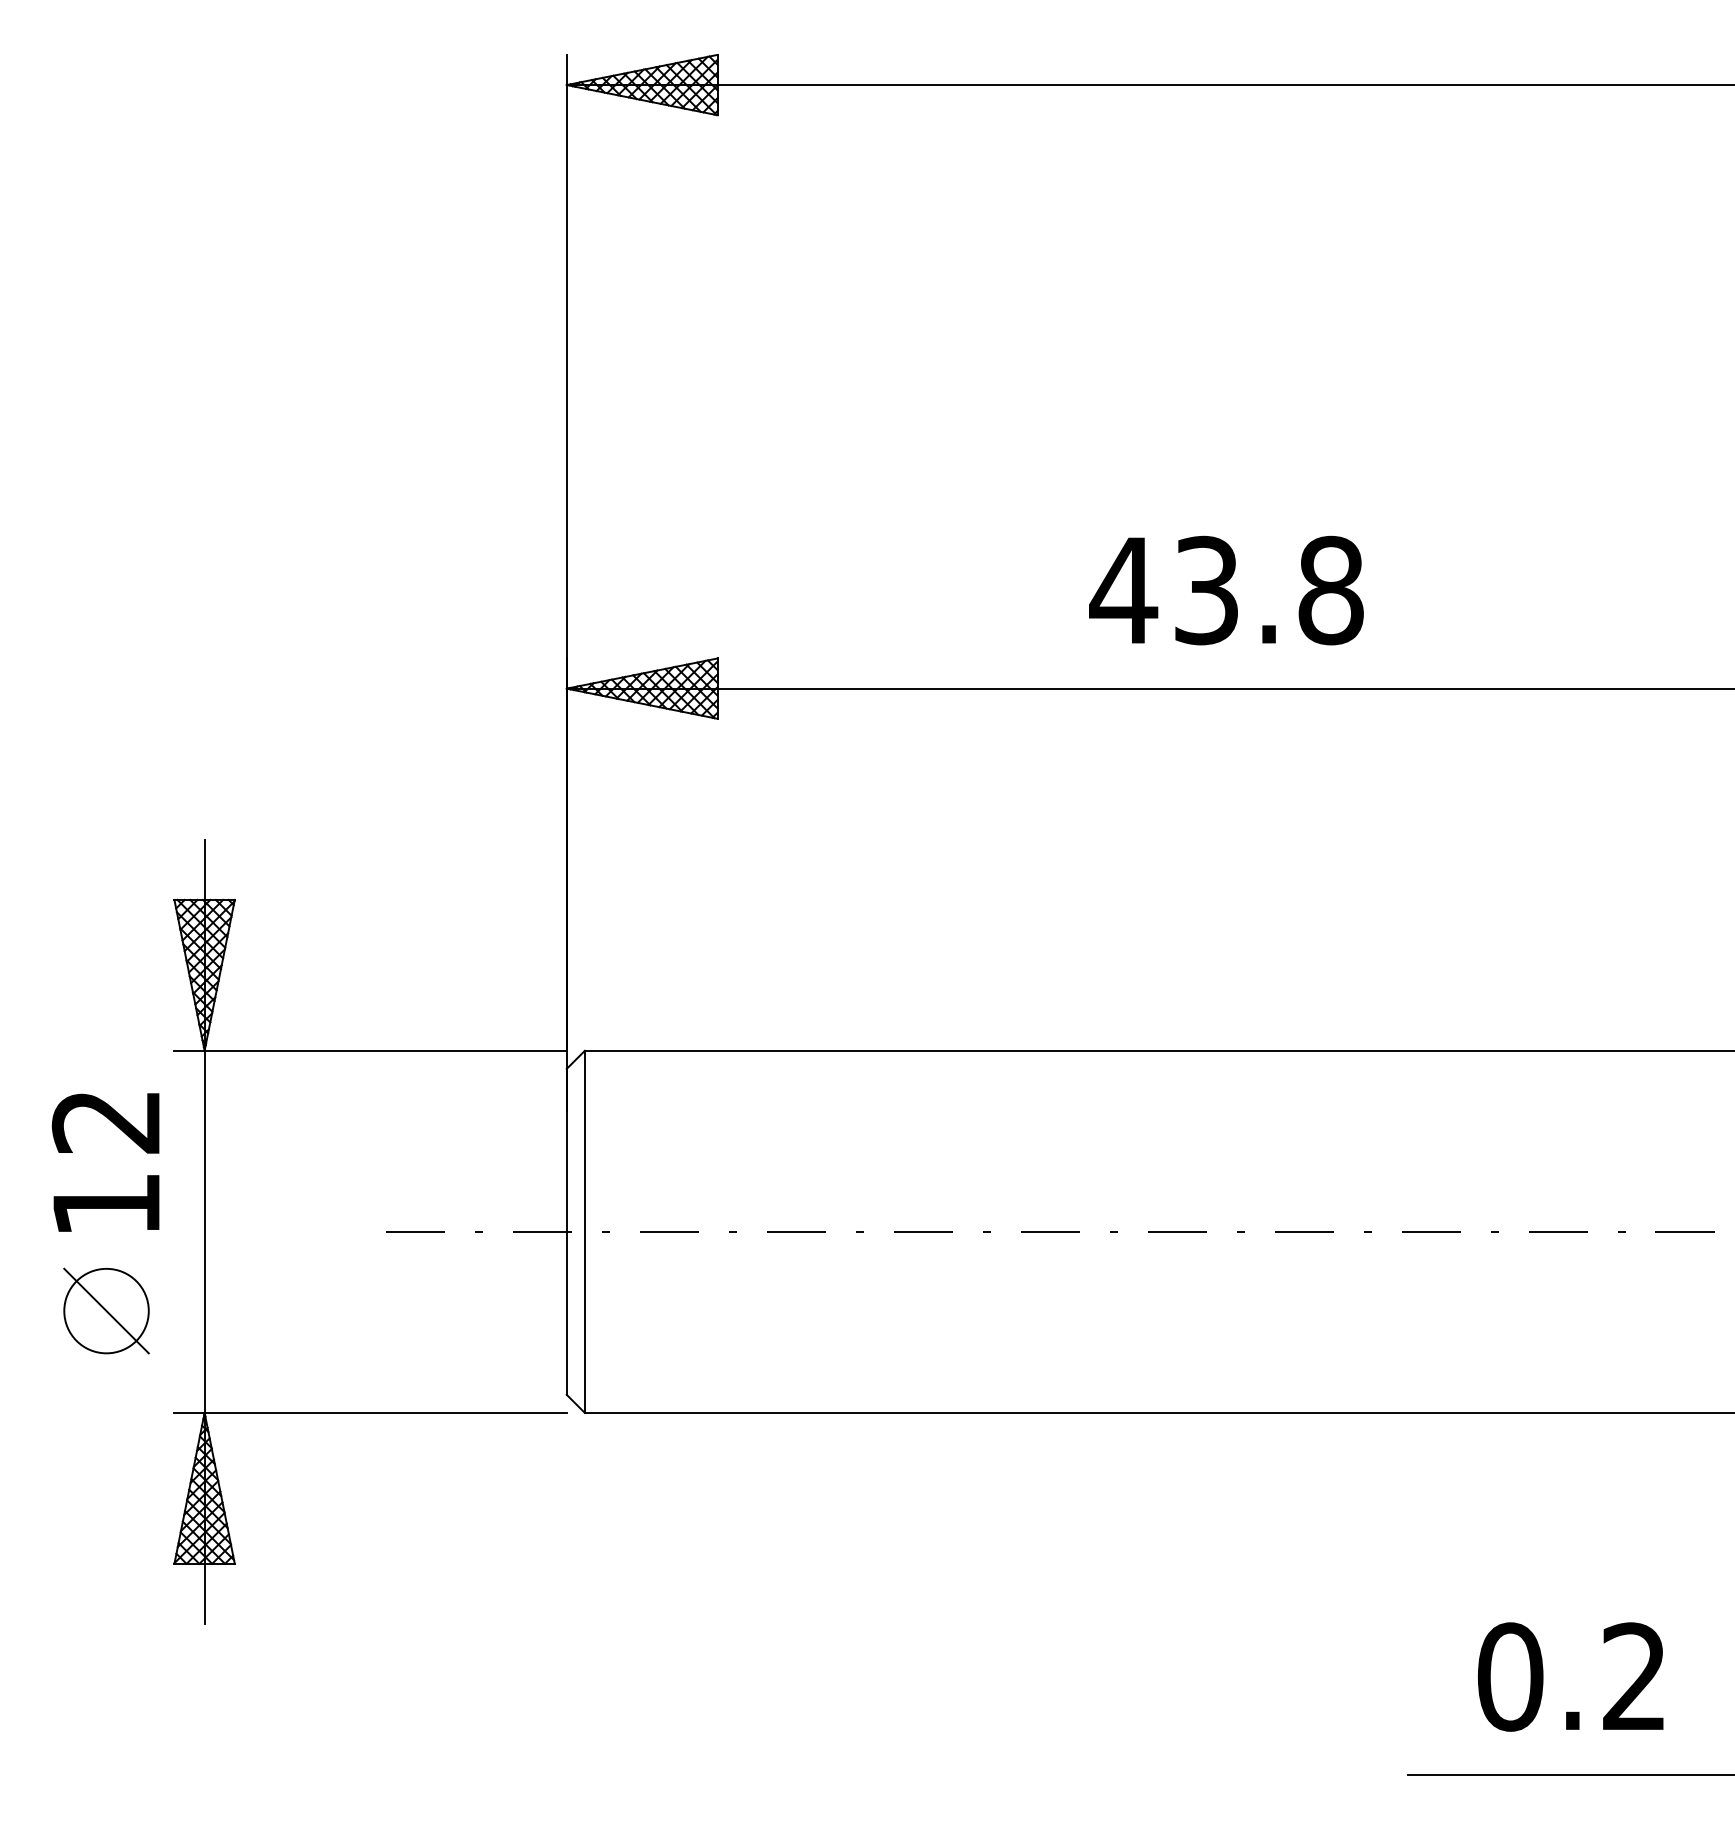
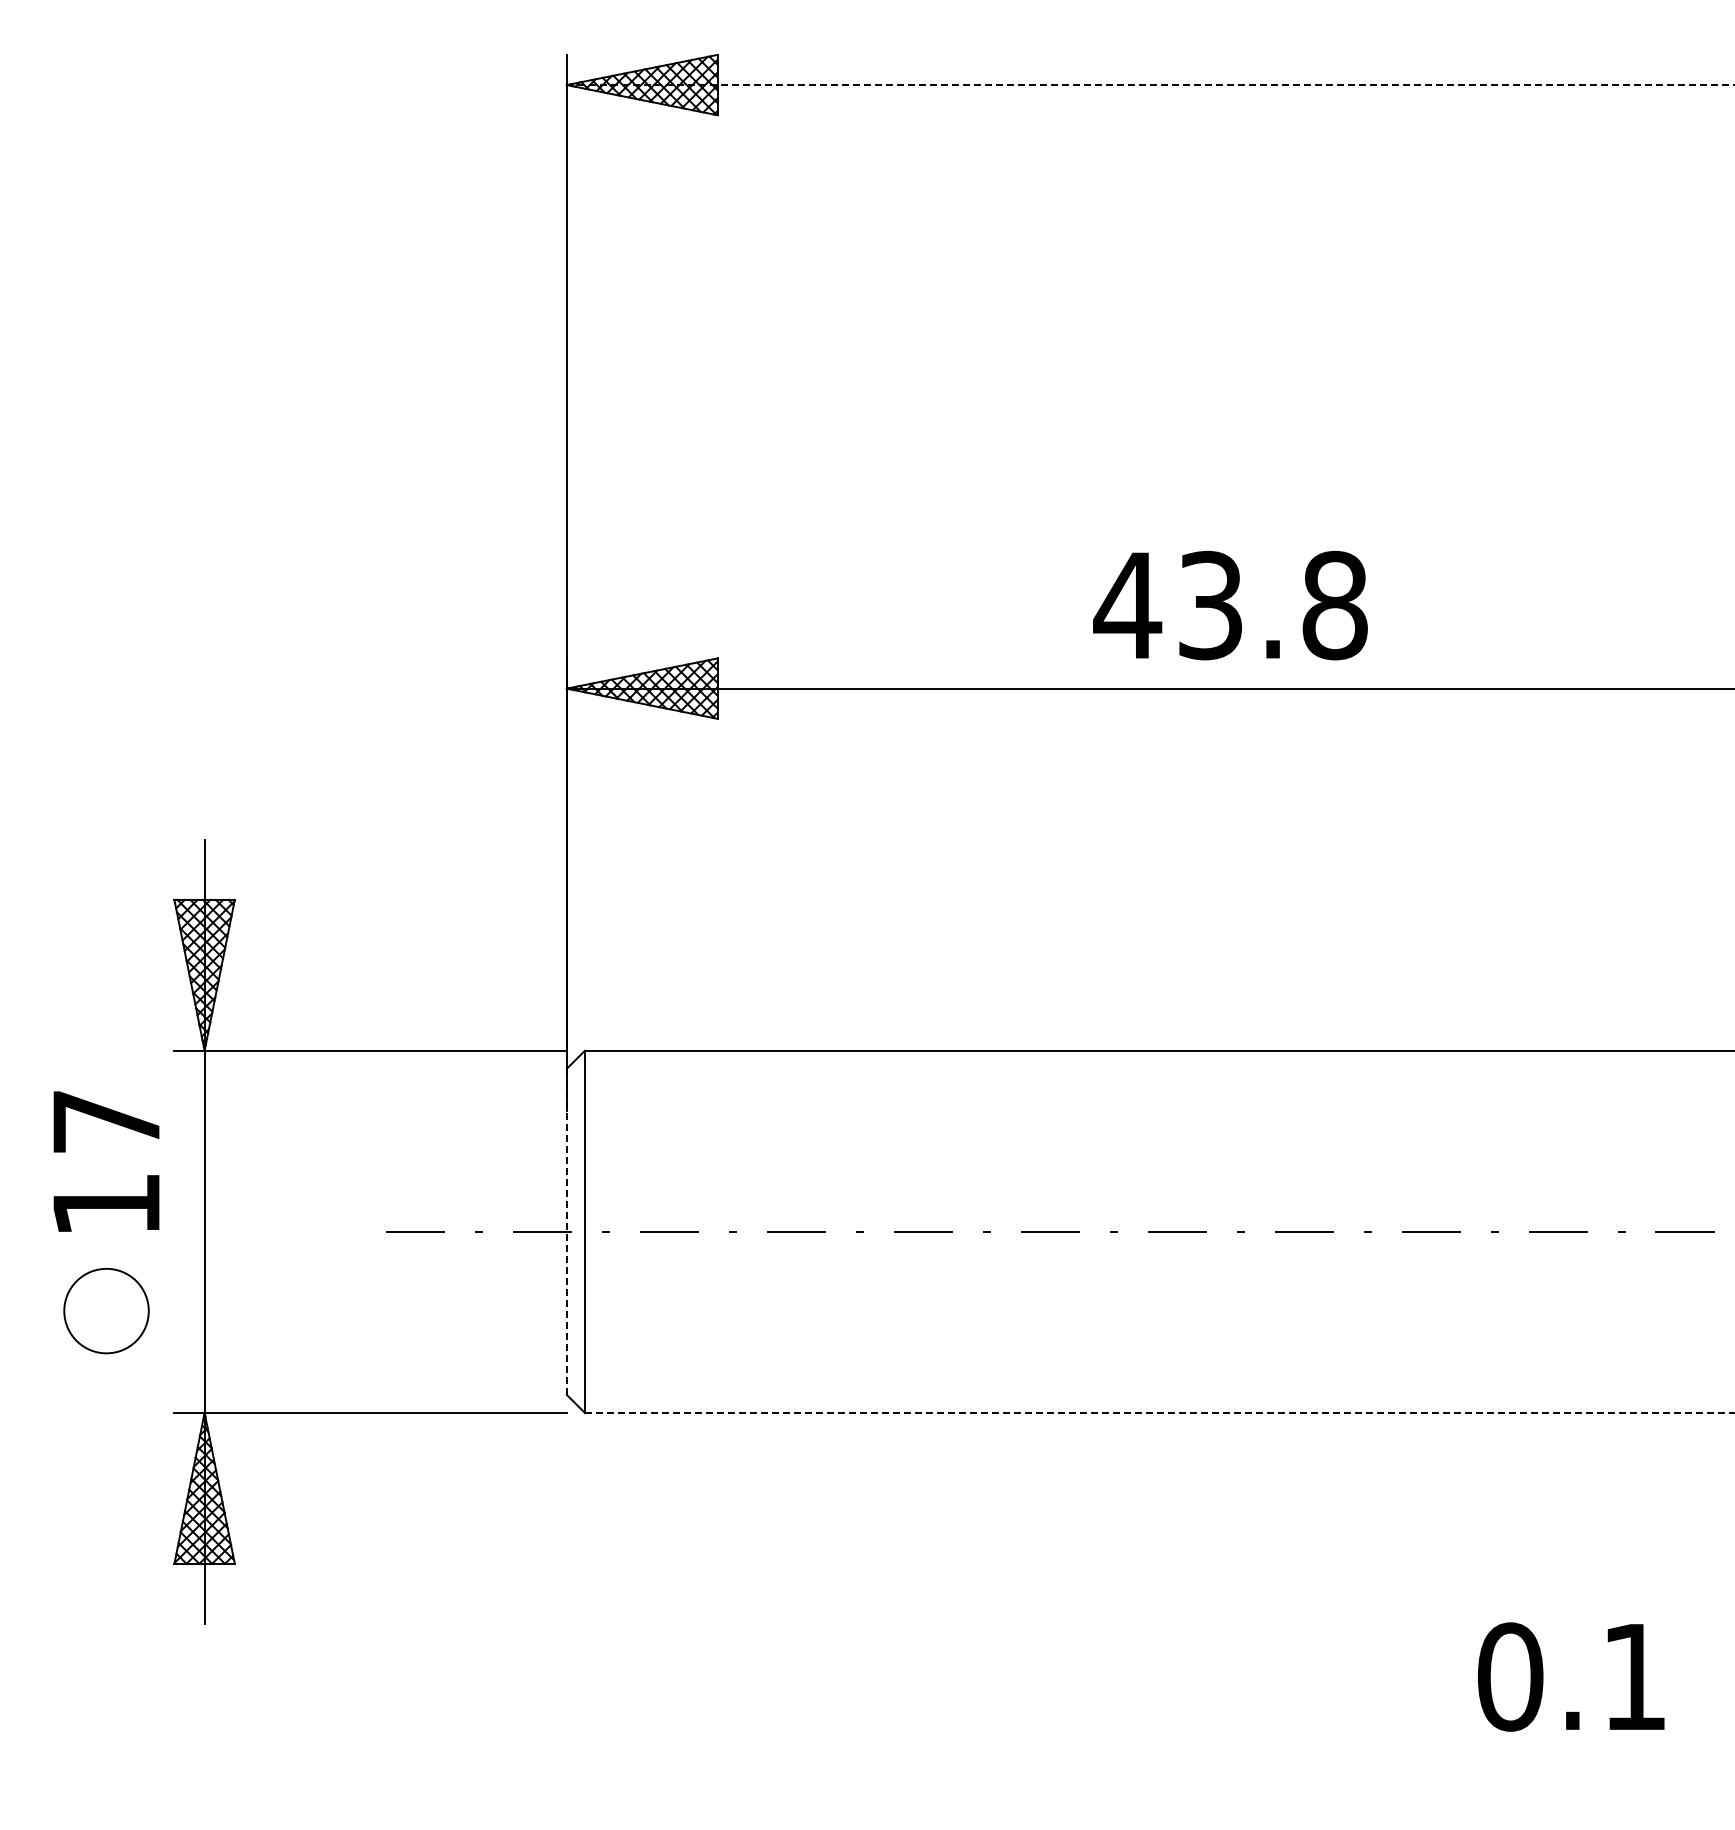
line at (1150, 85): solid -> dashed
text at (1226, 590) position: (1226, 590) -> (1230, 605)
text at (105, 1122): 12 -> 17
line at (566, 1231): solid -> dashed
line at (106, 1310): present -> none
line at (1159, 1412): solid -> dashed
text at (1633, 1675): 0.2 -> 0.1
line at (1569, 1775): present -> none
